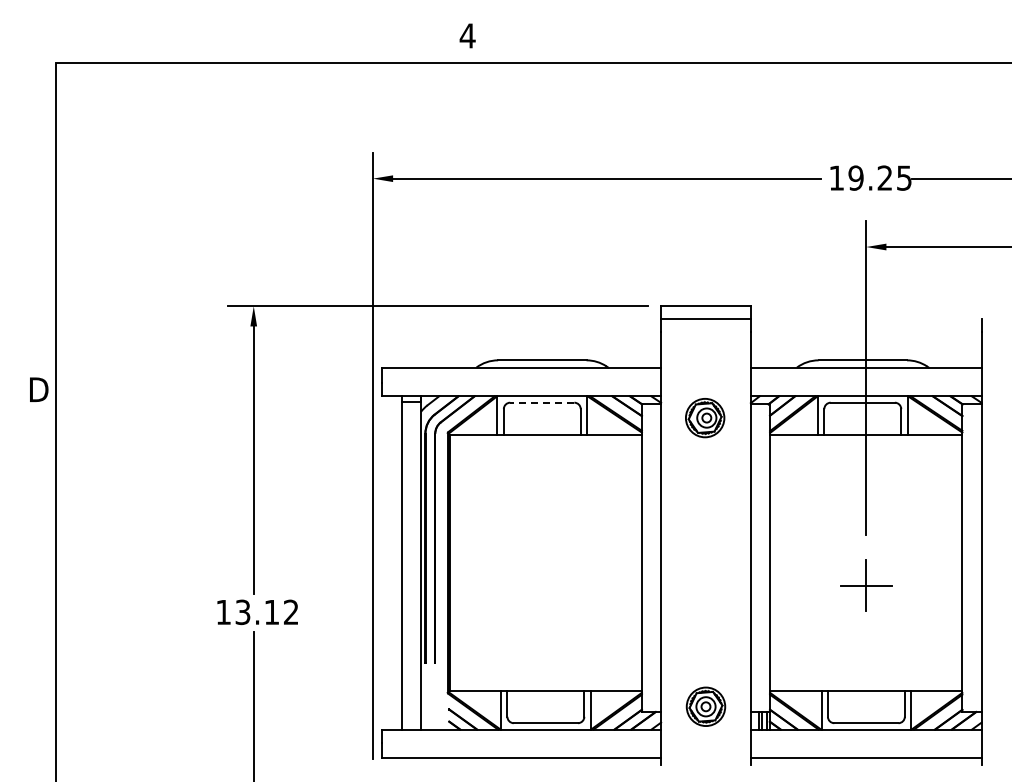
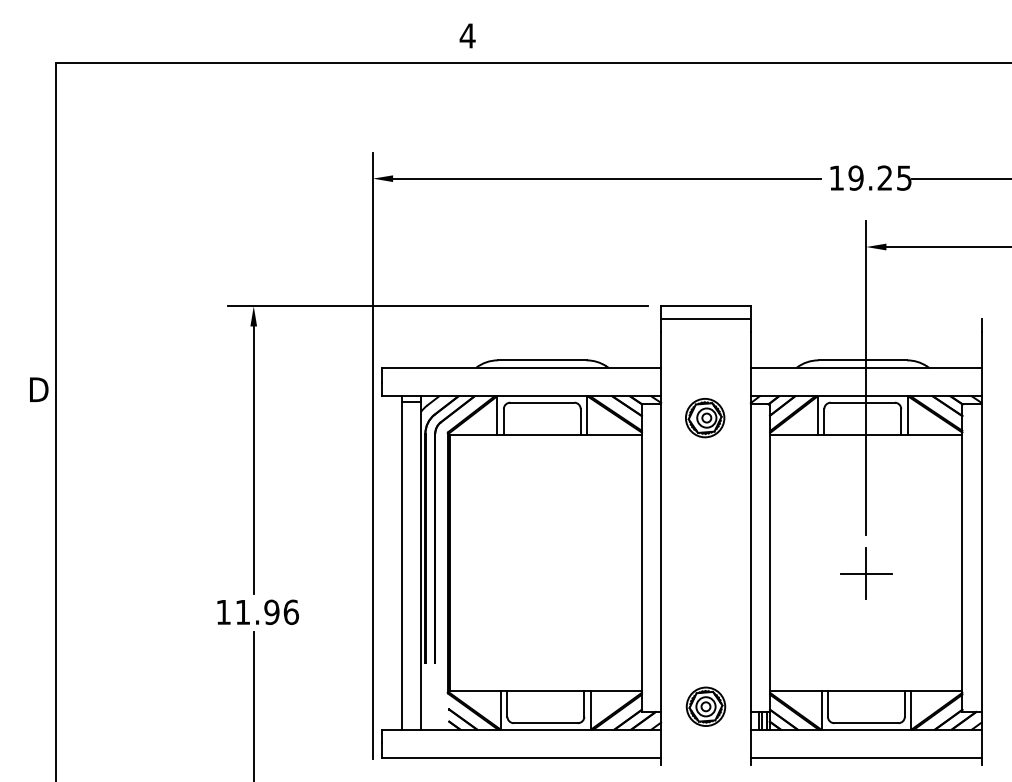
line at (541, 402): dashed -> solid
part at (866, 585) position: (866, 585) -> (866, 573)
text at (267, 612): 13.12 -> 11.96
